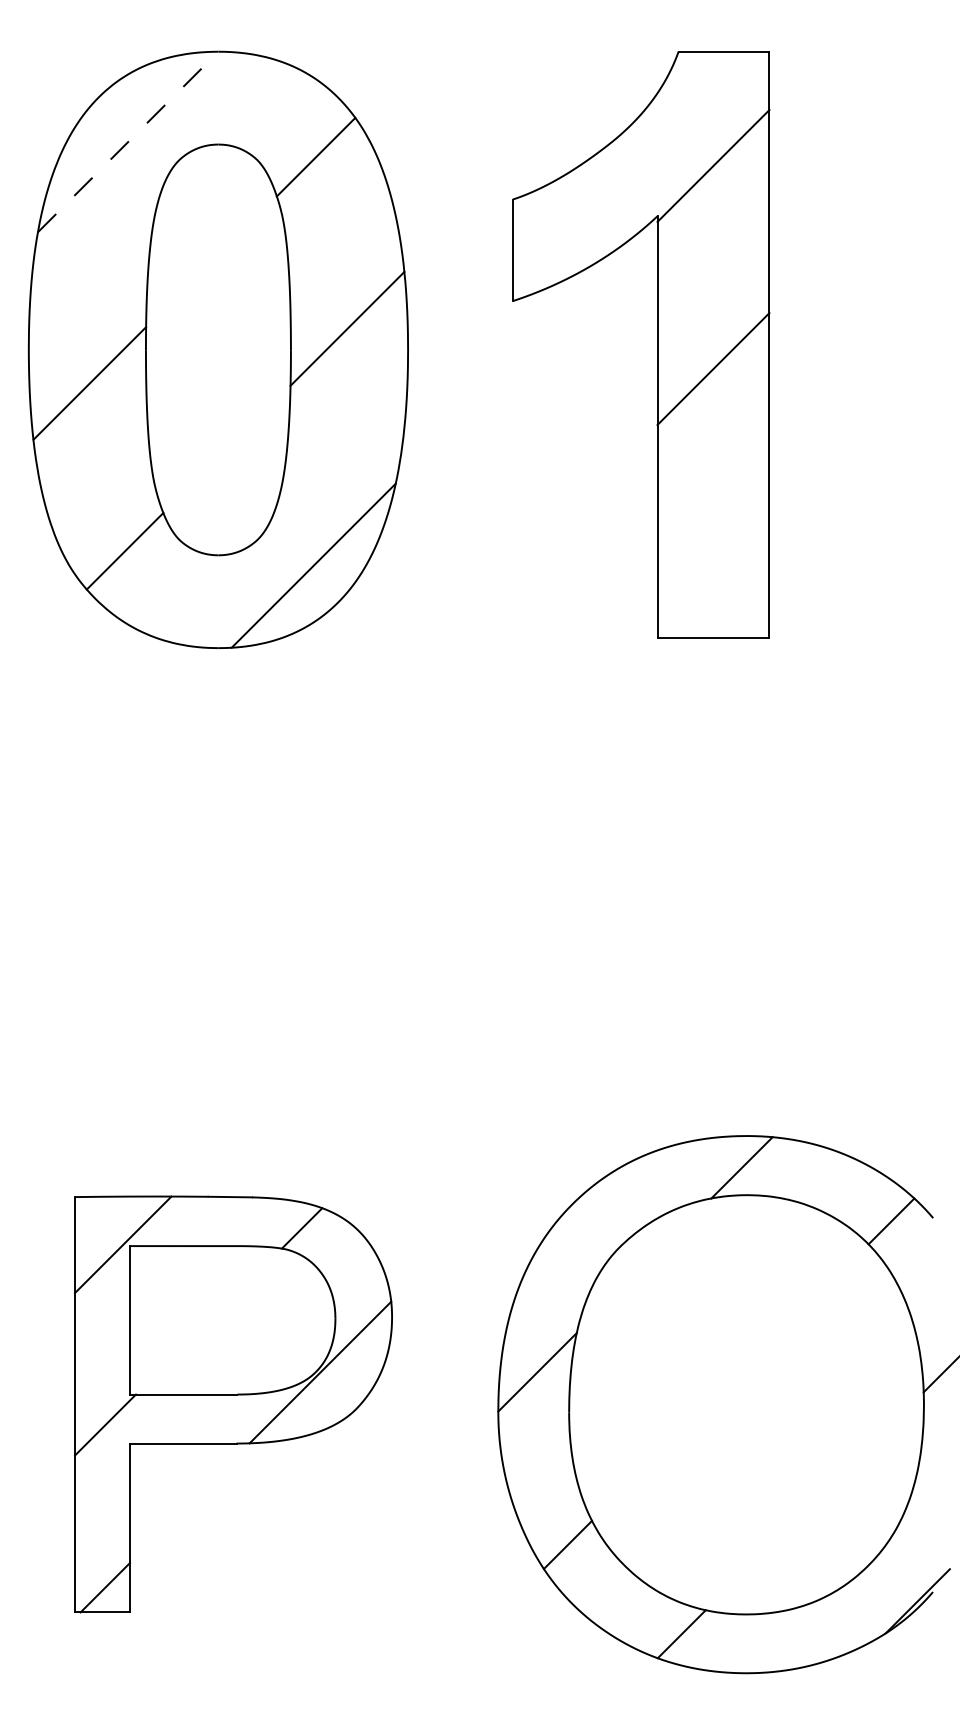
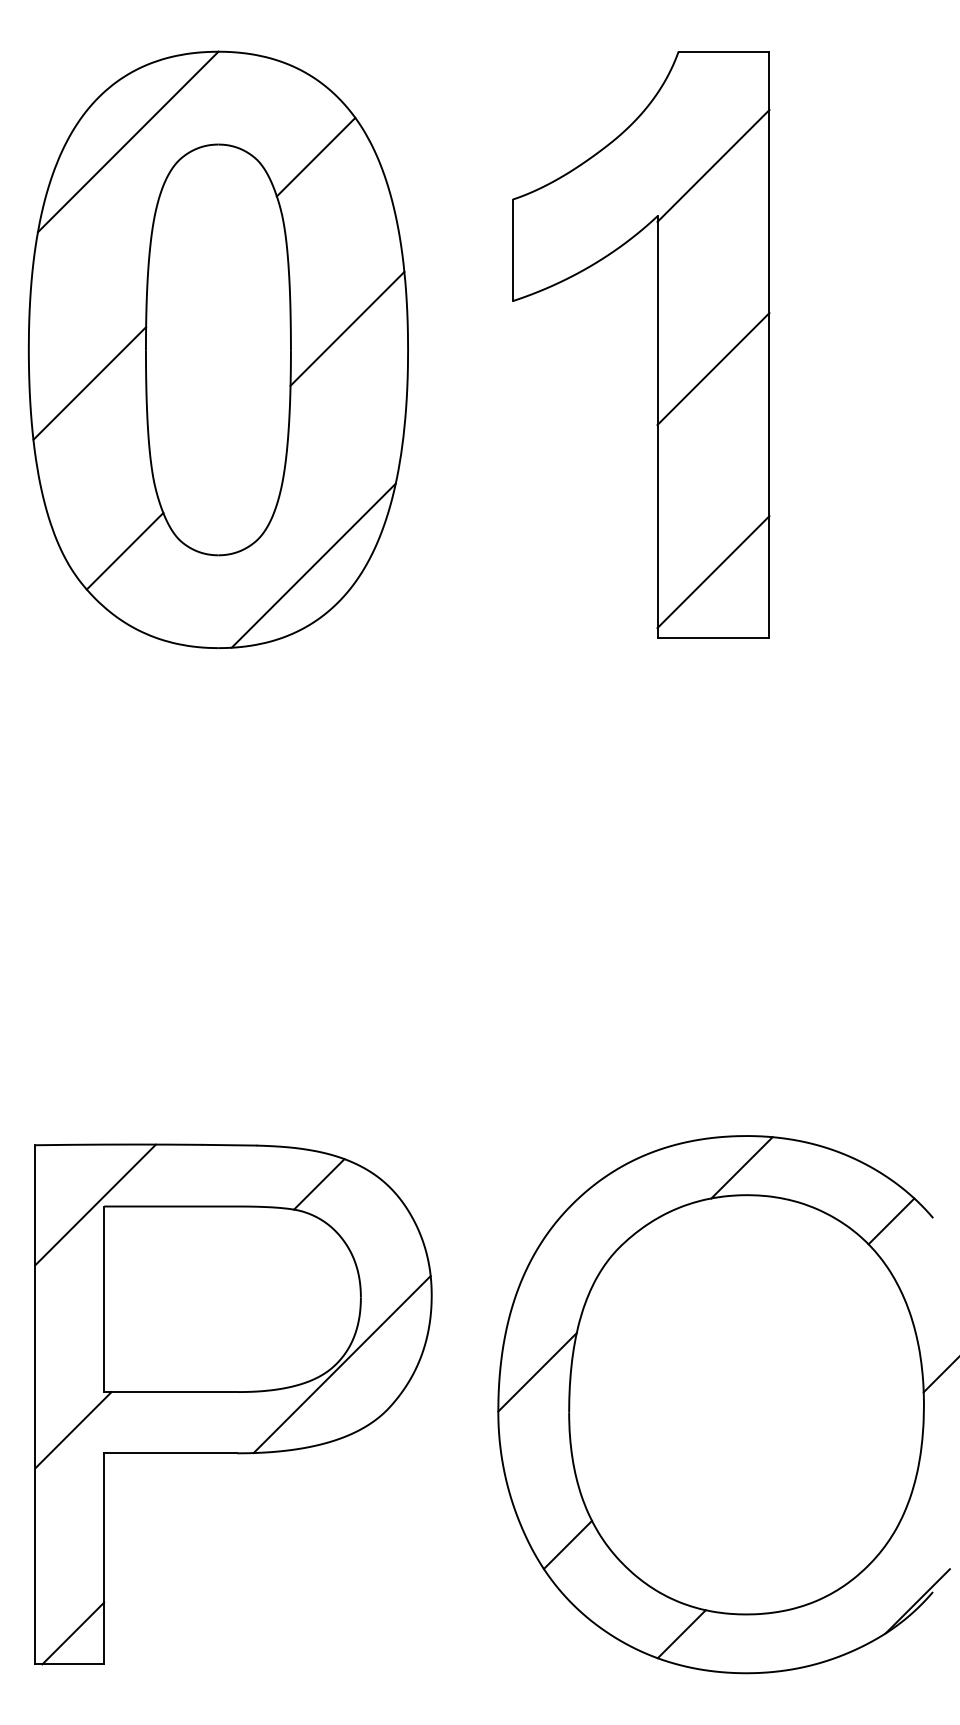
line at (128, 141): dashed -> solid
line at (713, 572): none -> present
part at (233, 1404) size: 319x419 px -> 399x523 px
